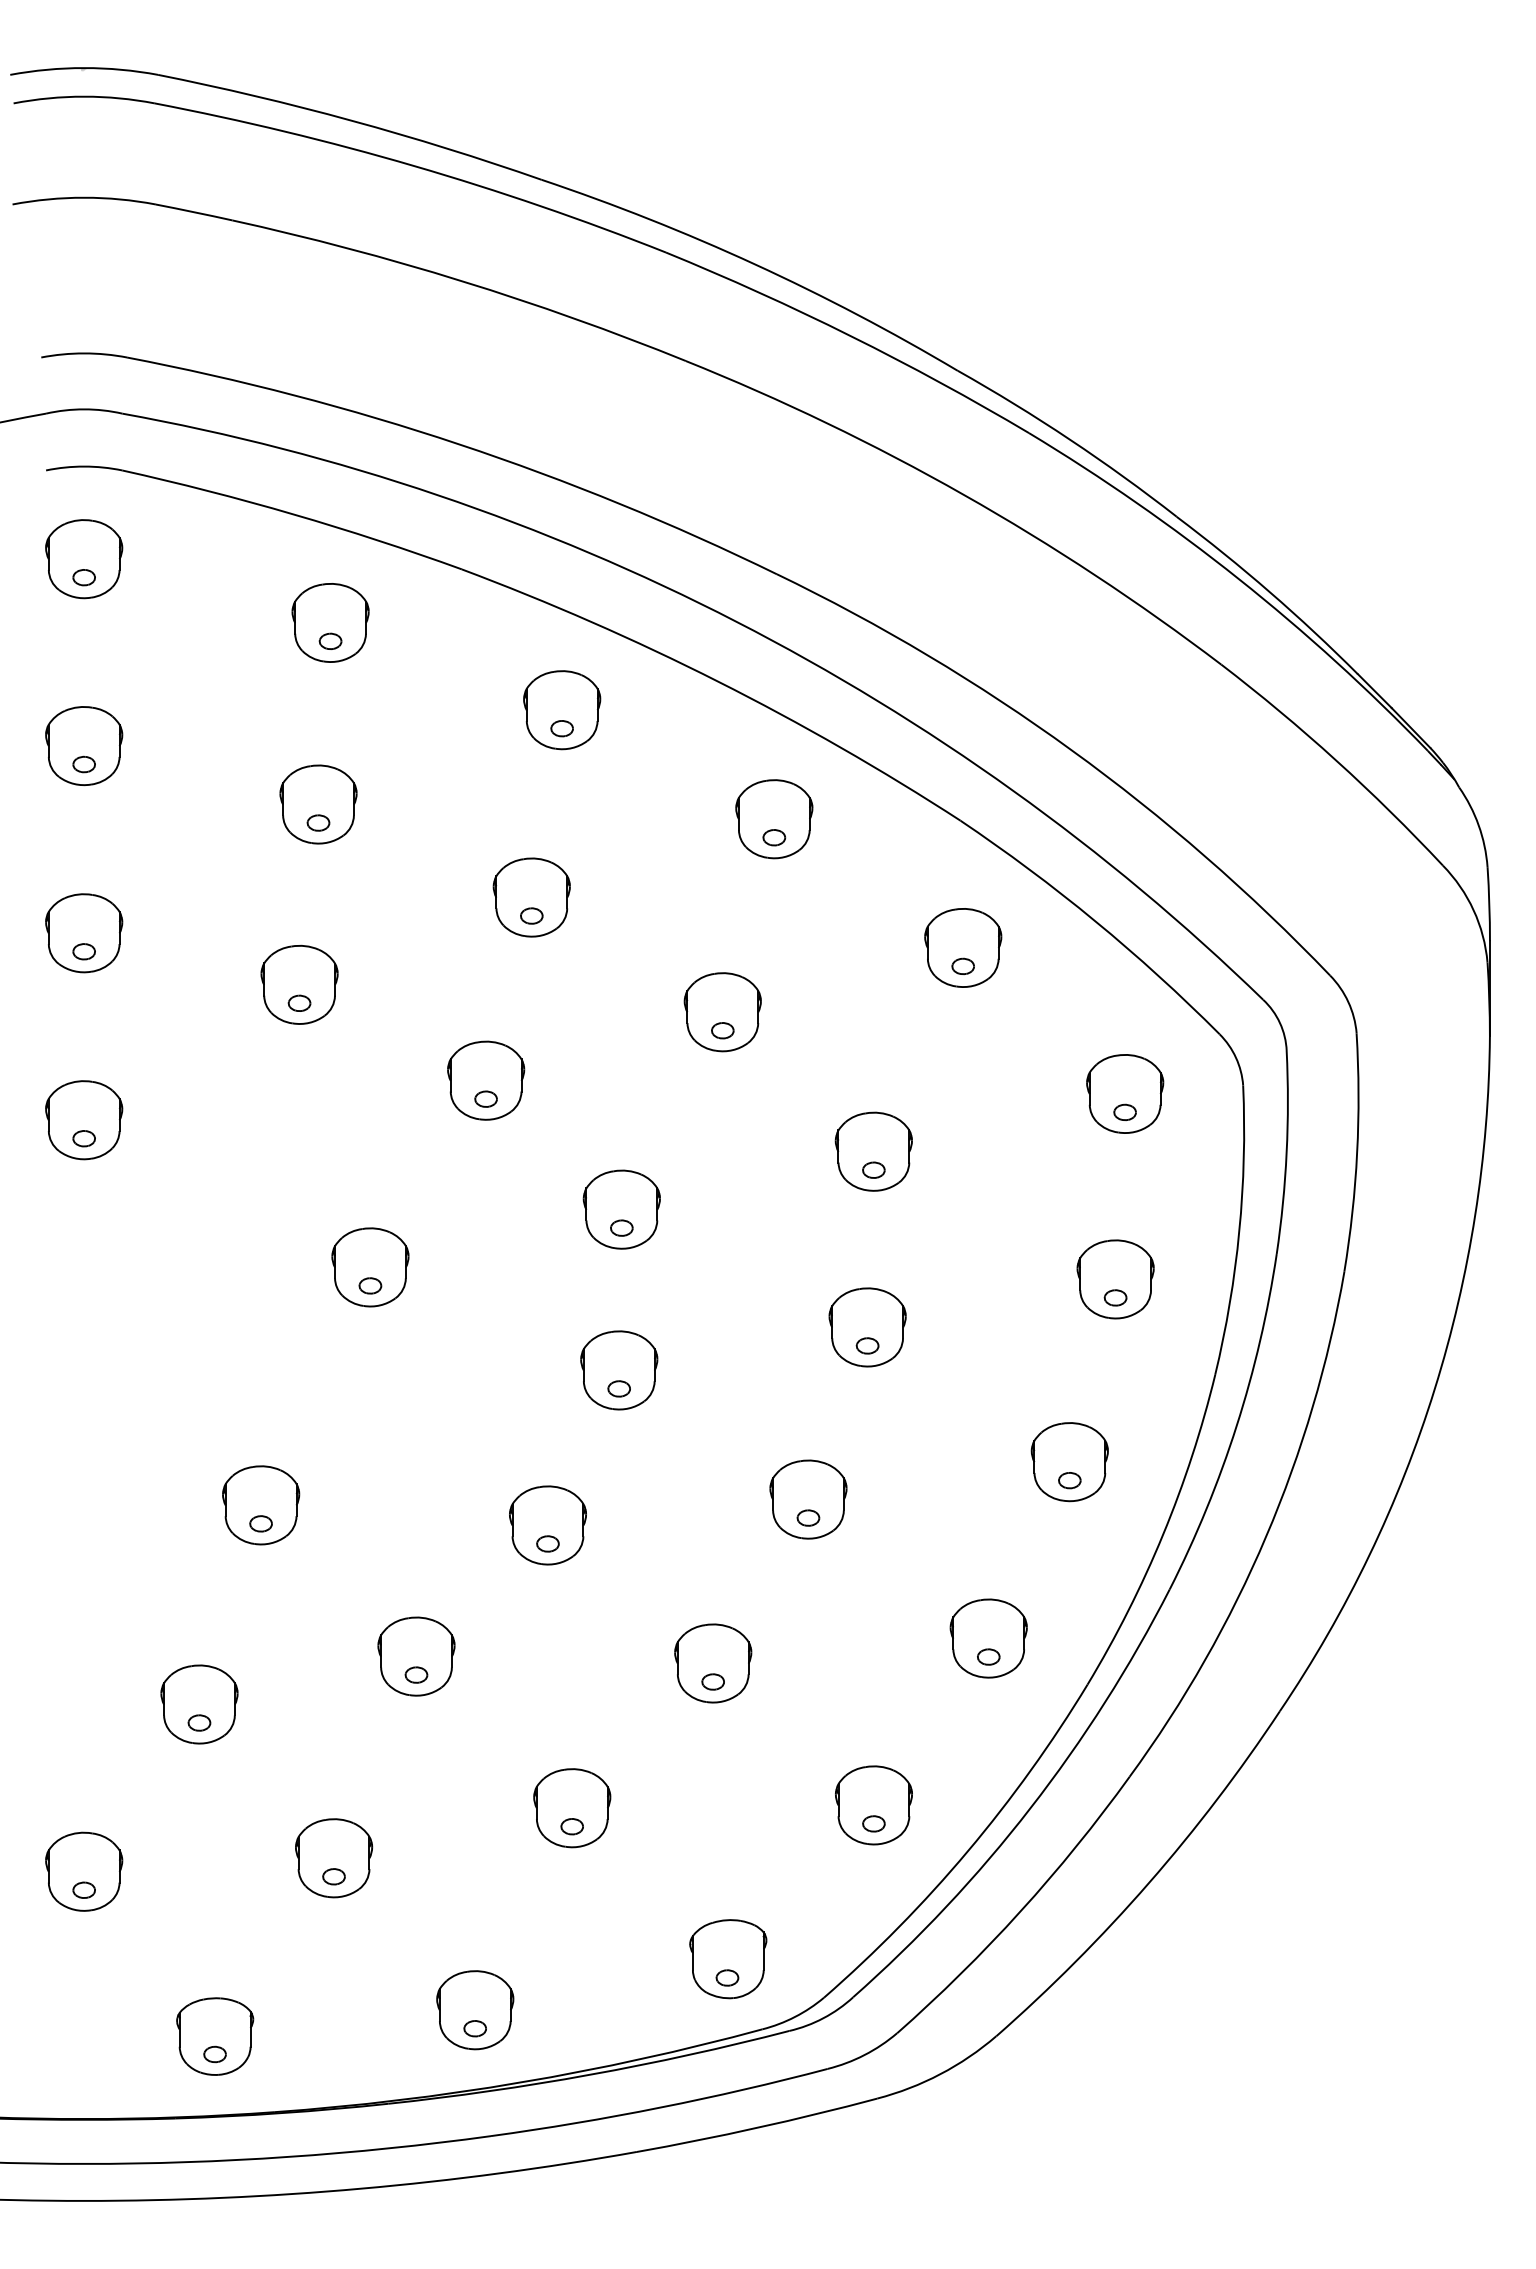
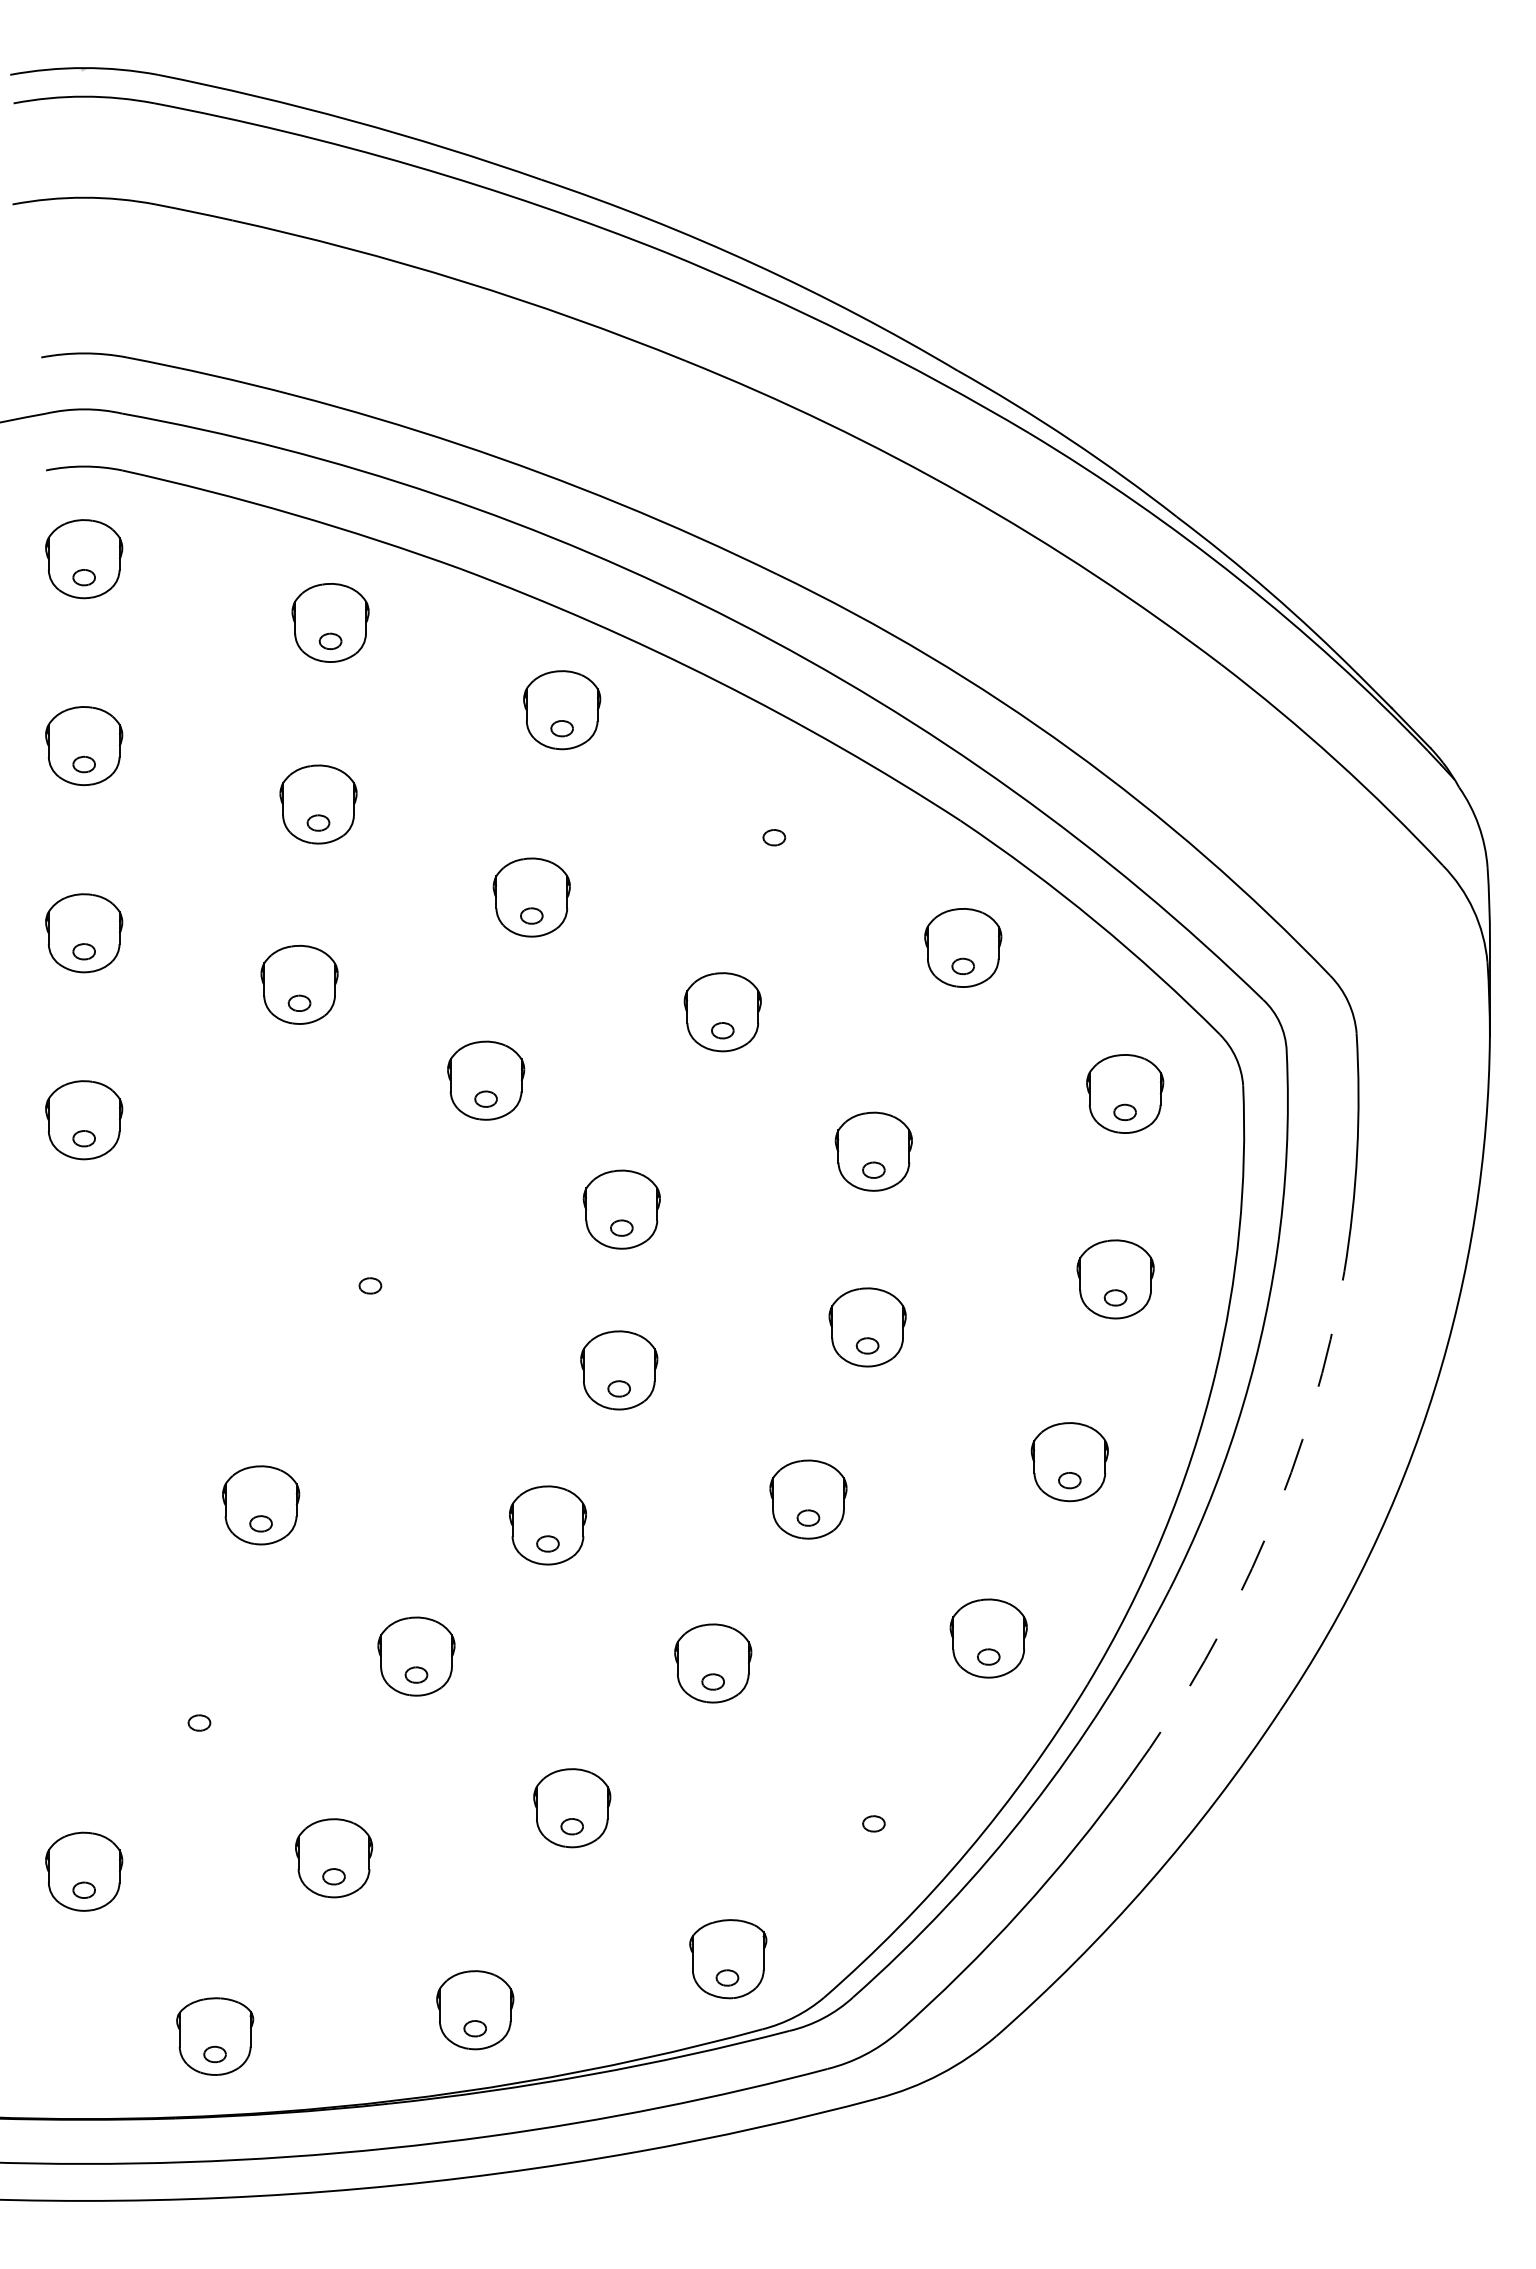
part at (774, 819): present -> none
part at (370, 1267): present -> none
arc at (1266, 1536): solid -> dashed
part at (199, 1704): present -> none
part at (873, 1805): present -> none
